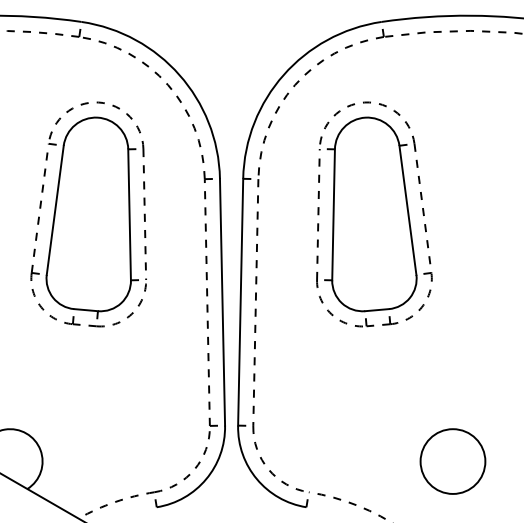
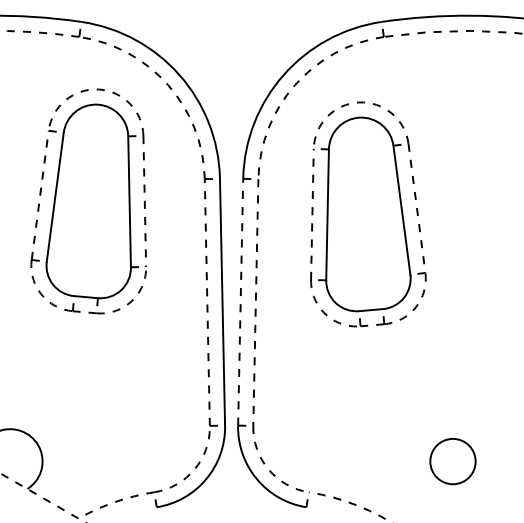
part at (88, 214) position: (88, 214) -> (88, 201)
part at (374, 214) position: (374, 214) -> (368, 214)
line at (240, 301): solid -> dashed
circle at (452, 461) diameter: 65 px -> 45 px
line at (42, 497): solid -> dashed
